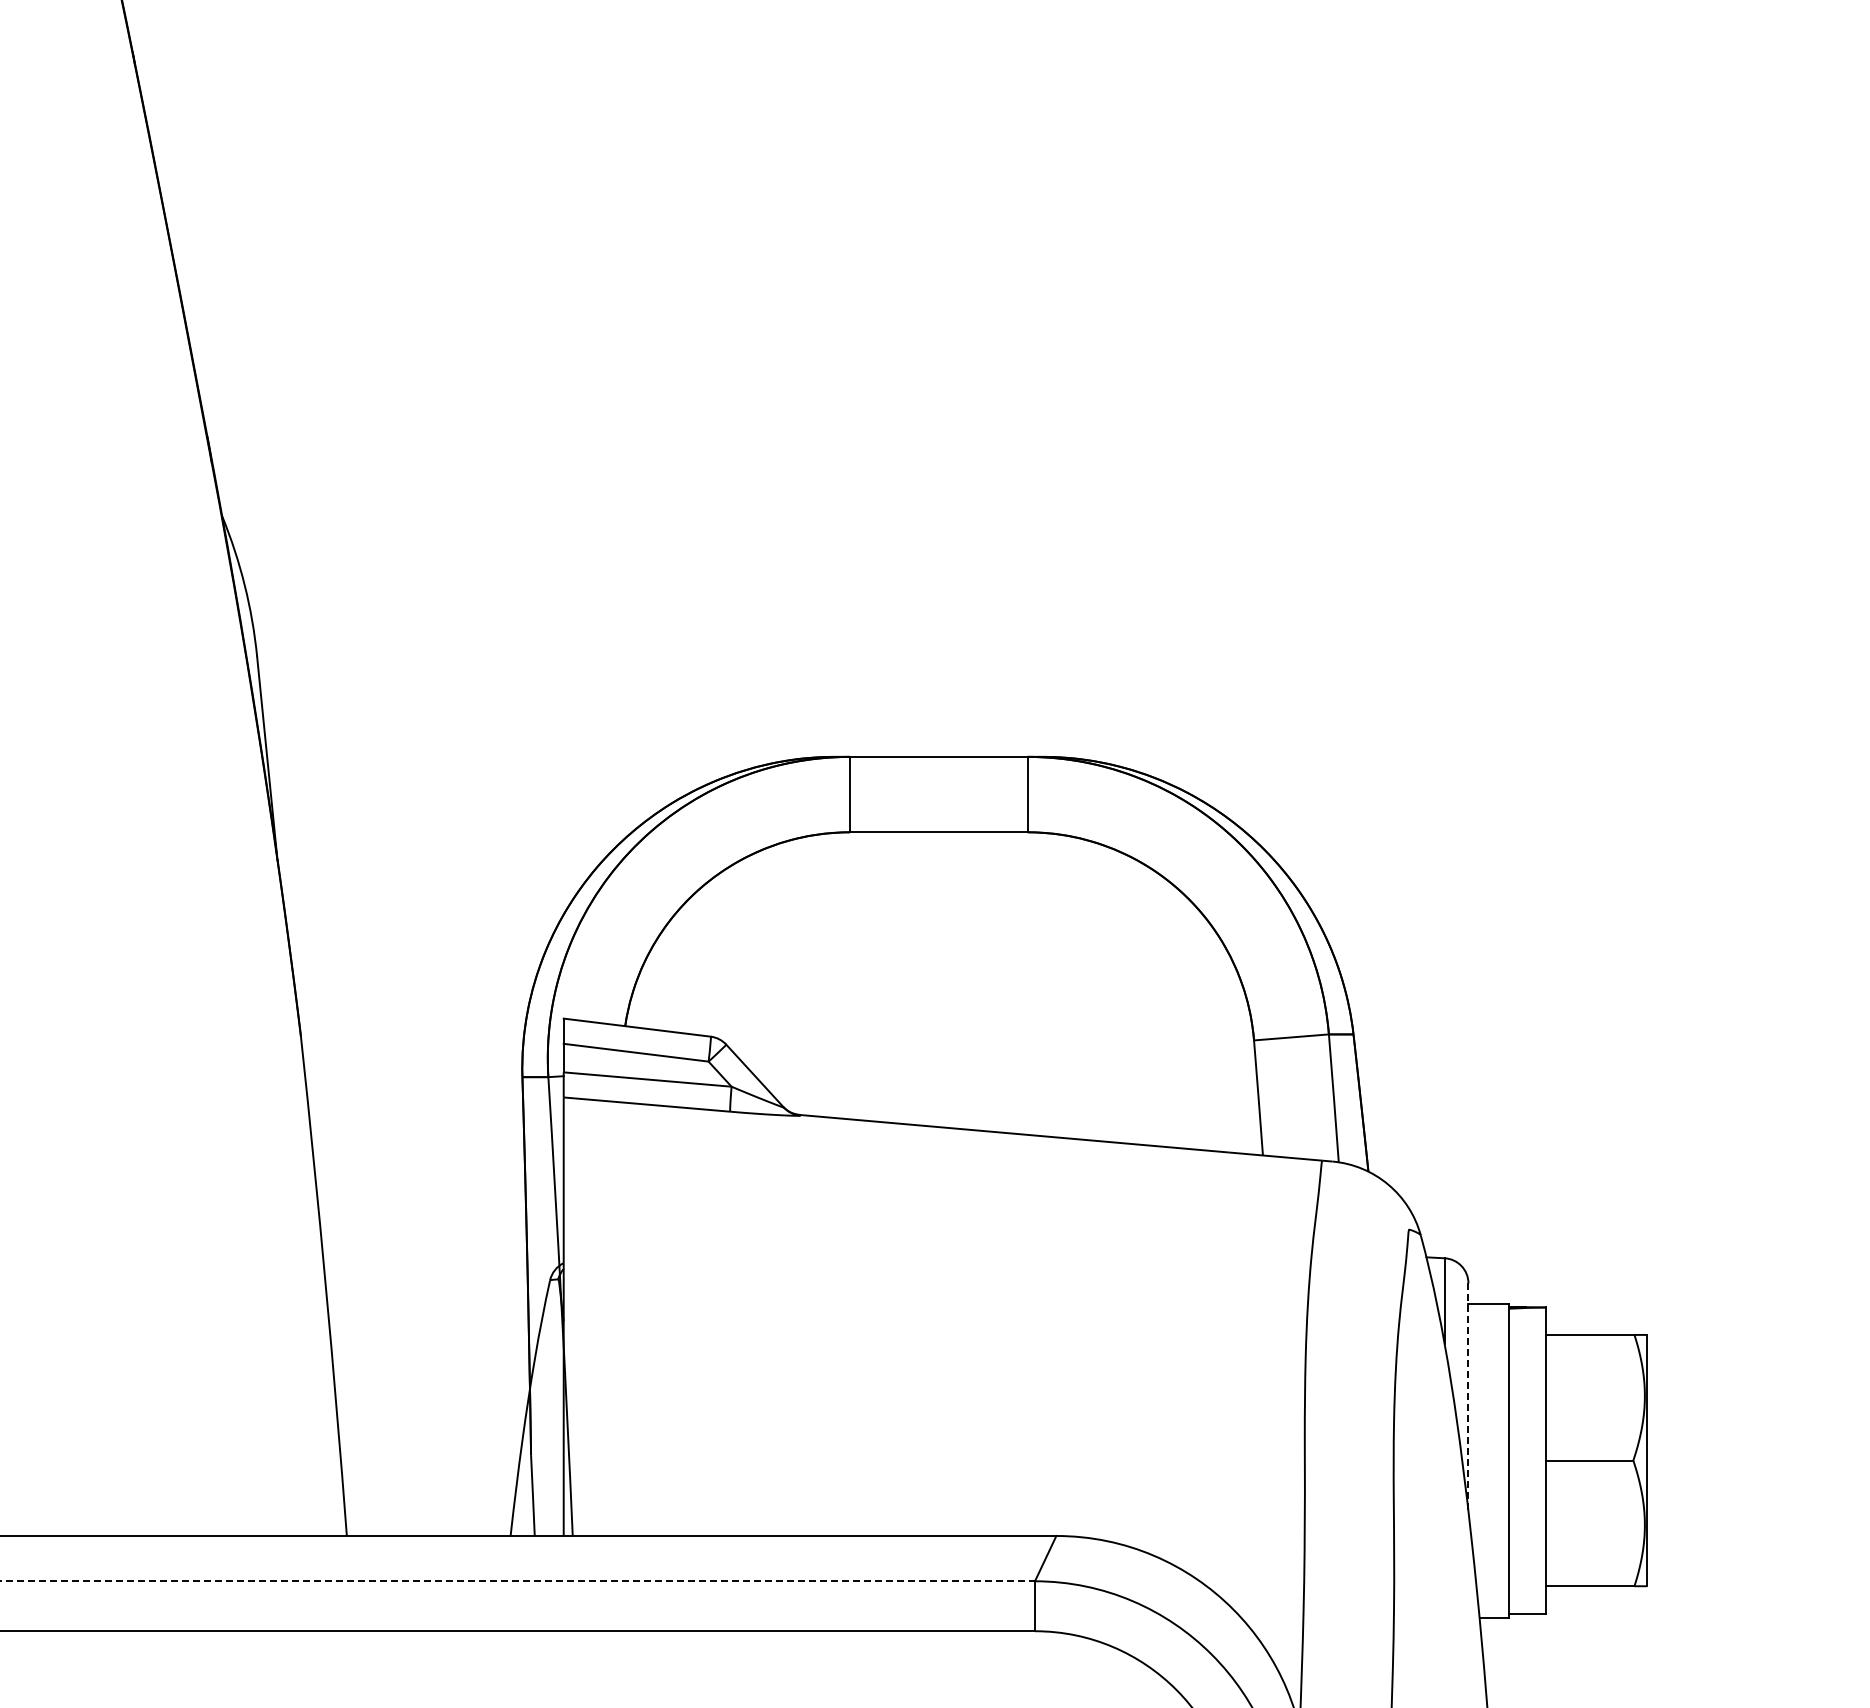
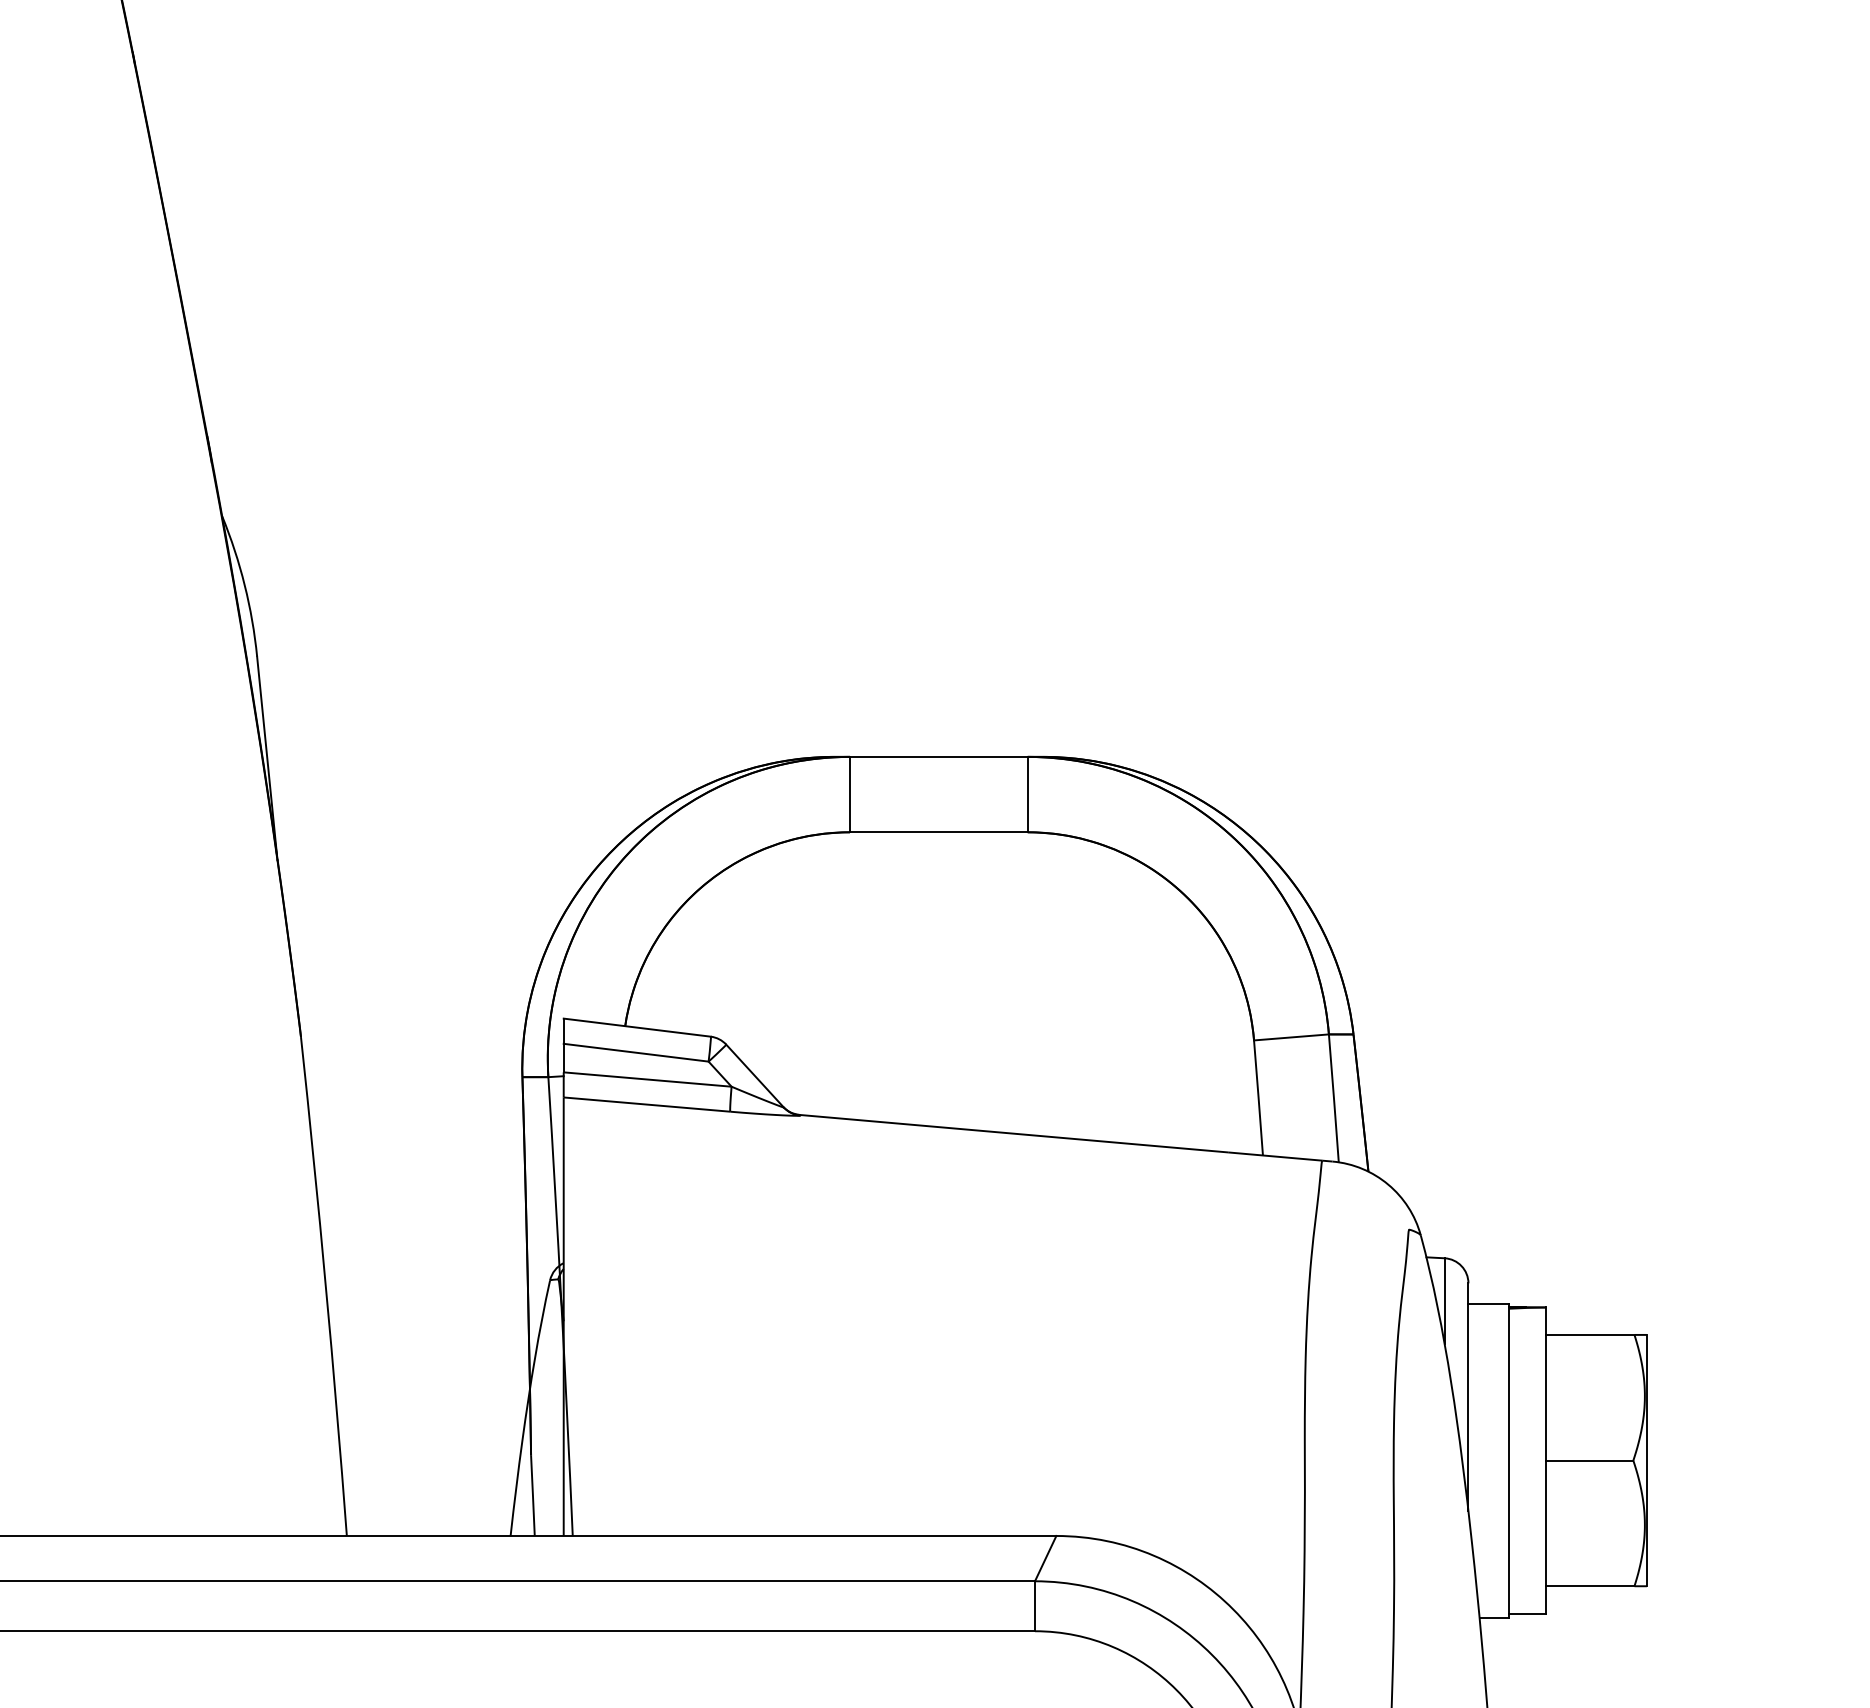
line at (1468, 1397): dashed -> solid
line at (518, 1581): dashed -> solid
